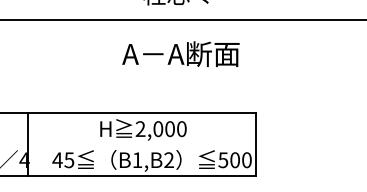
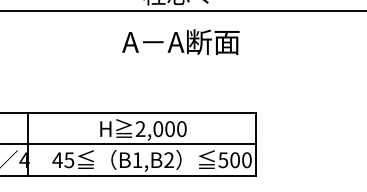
line at (182, 20) position: (182, 20) -> (182, 11)
text at (180, 53) position: (180, 53) -> (180, 41)
line at (129, 144): none -> present
